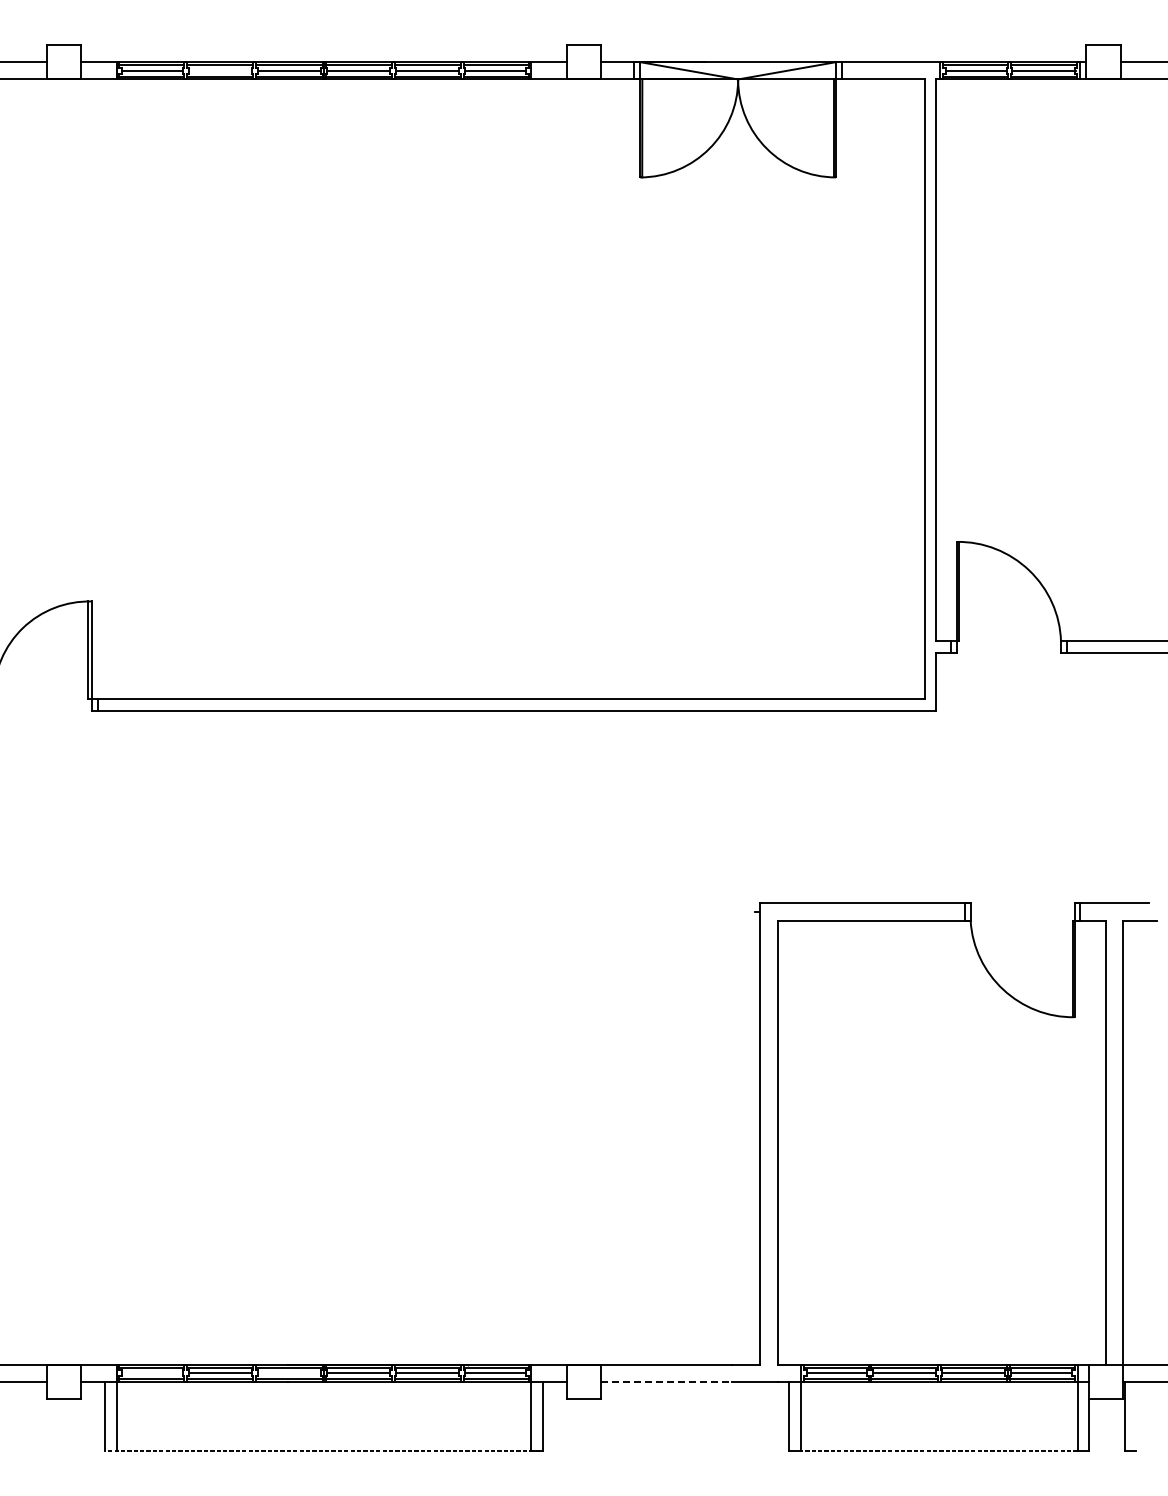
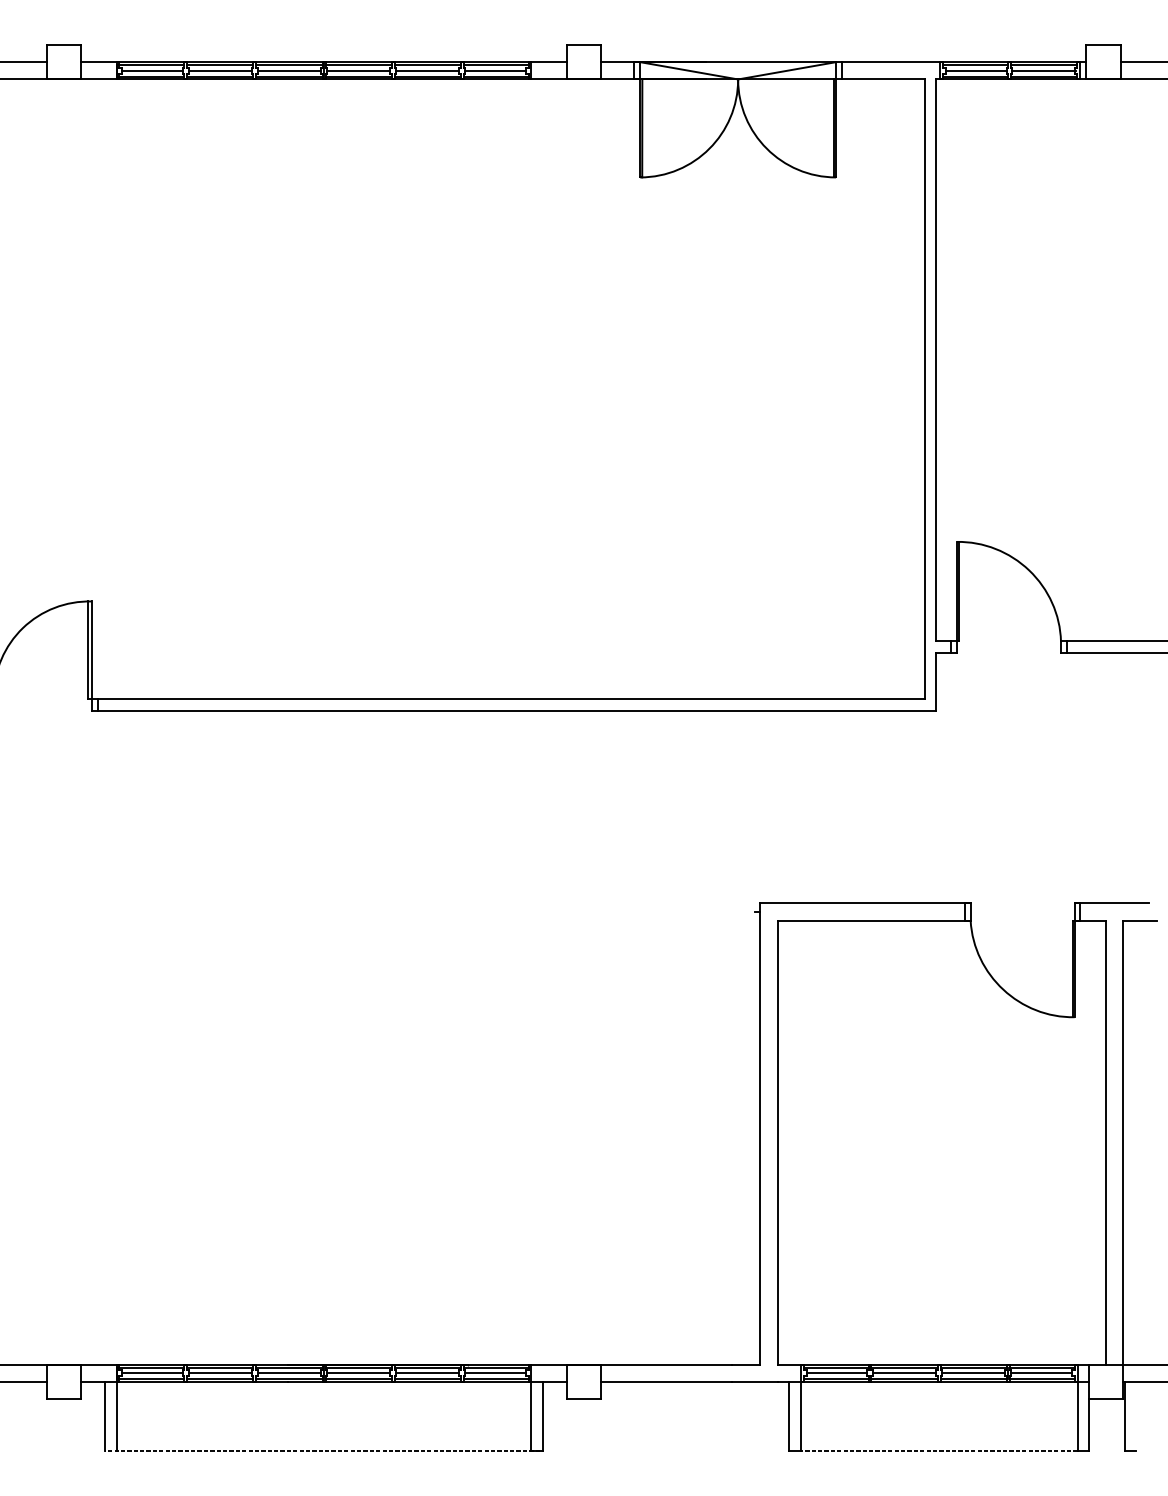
line at (219, 70): none -> present
line at (152, 1373): none -> present
line at (289, 1373): none -> present
line at (666, 1381): dashed -> solid
